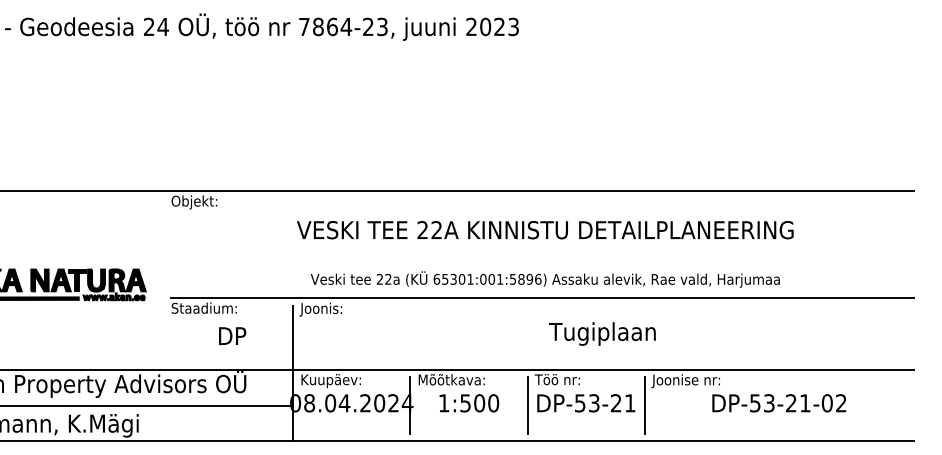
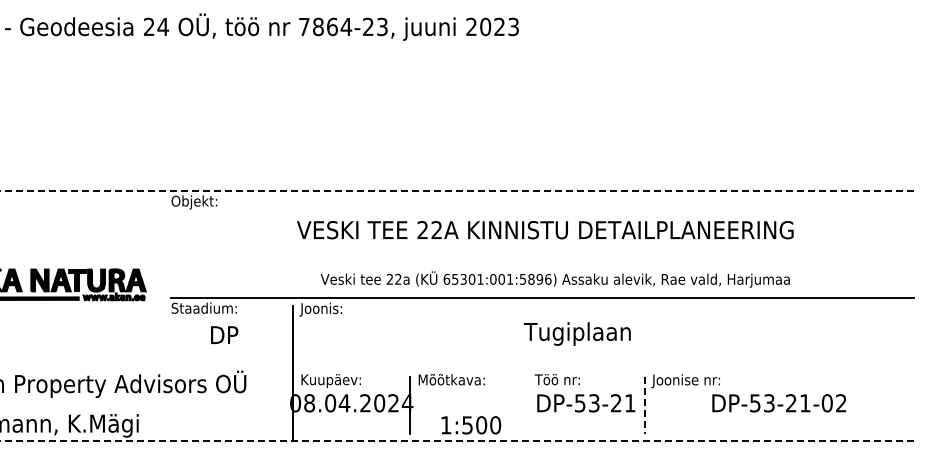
line at (456, 191): solid -> dashed
text at (544, 279) position: (544, 279) -> (554, 279)
text at (602, 333) position: (602, 333) -> (577, 333)
text at (232, 335) position: (232, 335) -> (224, 334)
line at (457, 369): present -> none
text at (469, 403) position: (469, 403) -> (471, 425)
line at (147, 405): present -> none
line at (527, 405): present -> none
line at (644, 405): solid -> dashed
line at (456, 441): solid -> dashed
